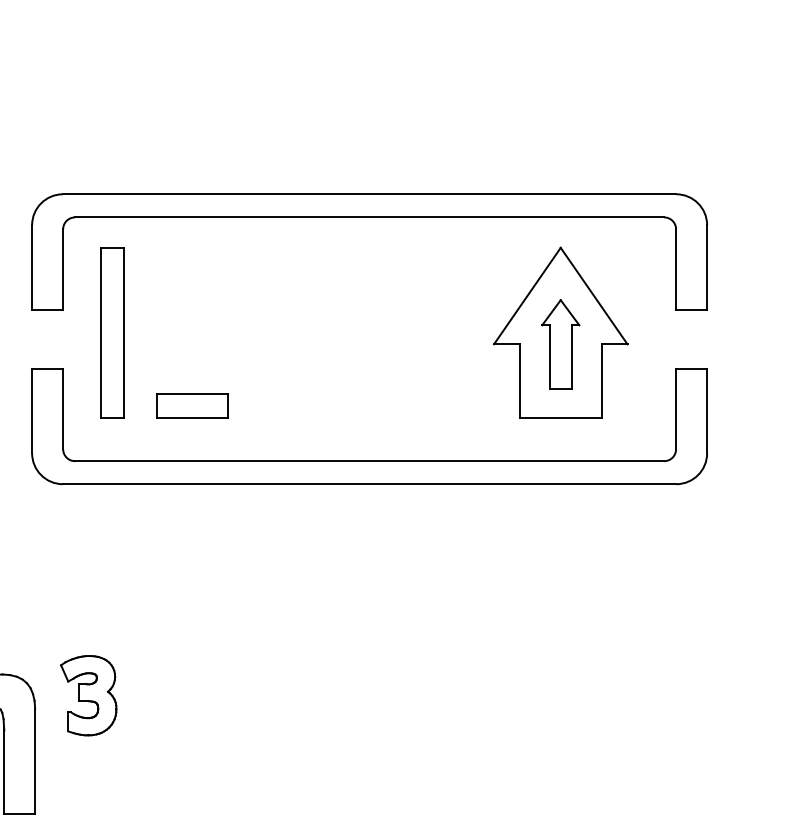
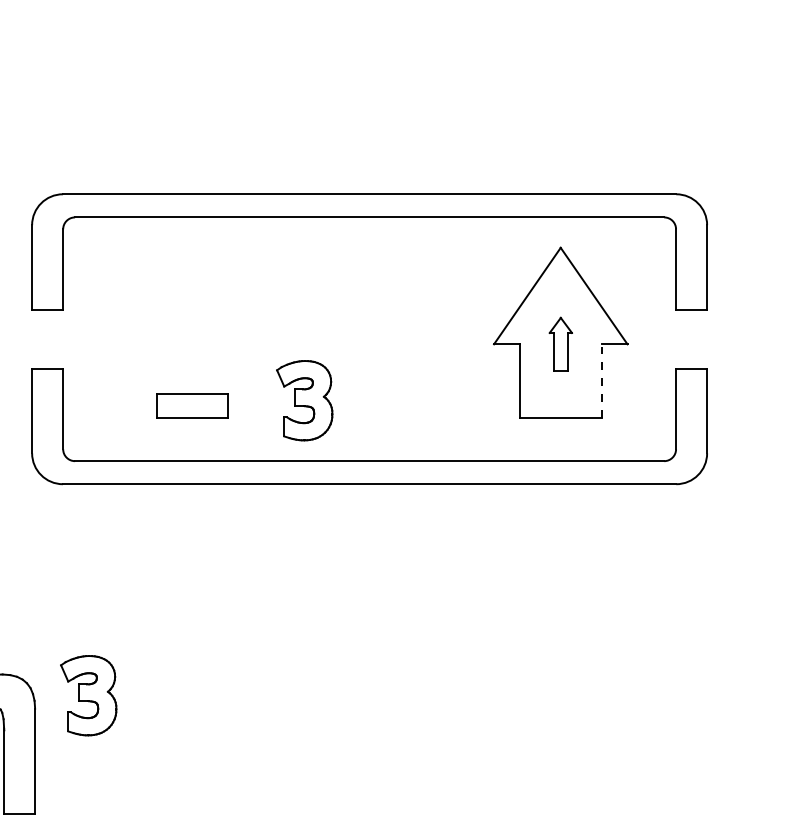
part at (112, 332): present -> none
part at (560, 344) size: 40x91 px -> 25x56 px
line at (601, 381): solid -> dashed
part at (304, 400): none -> present
